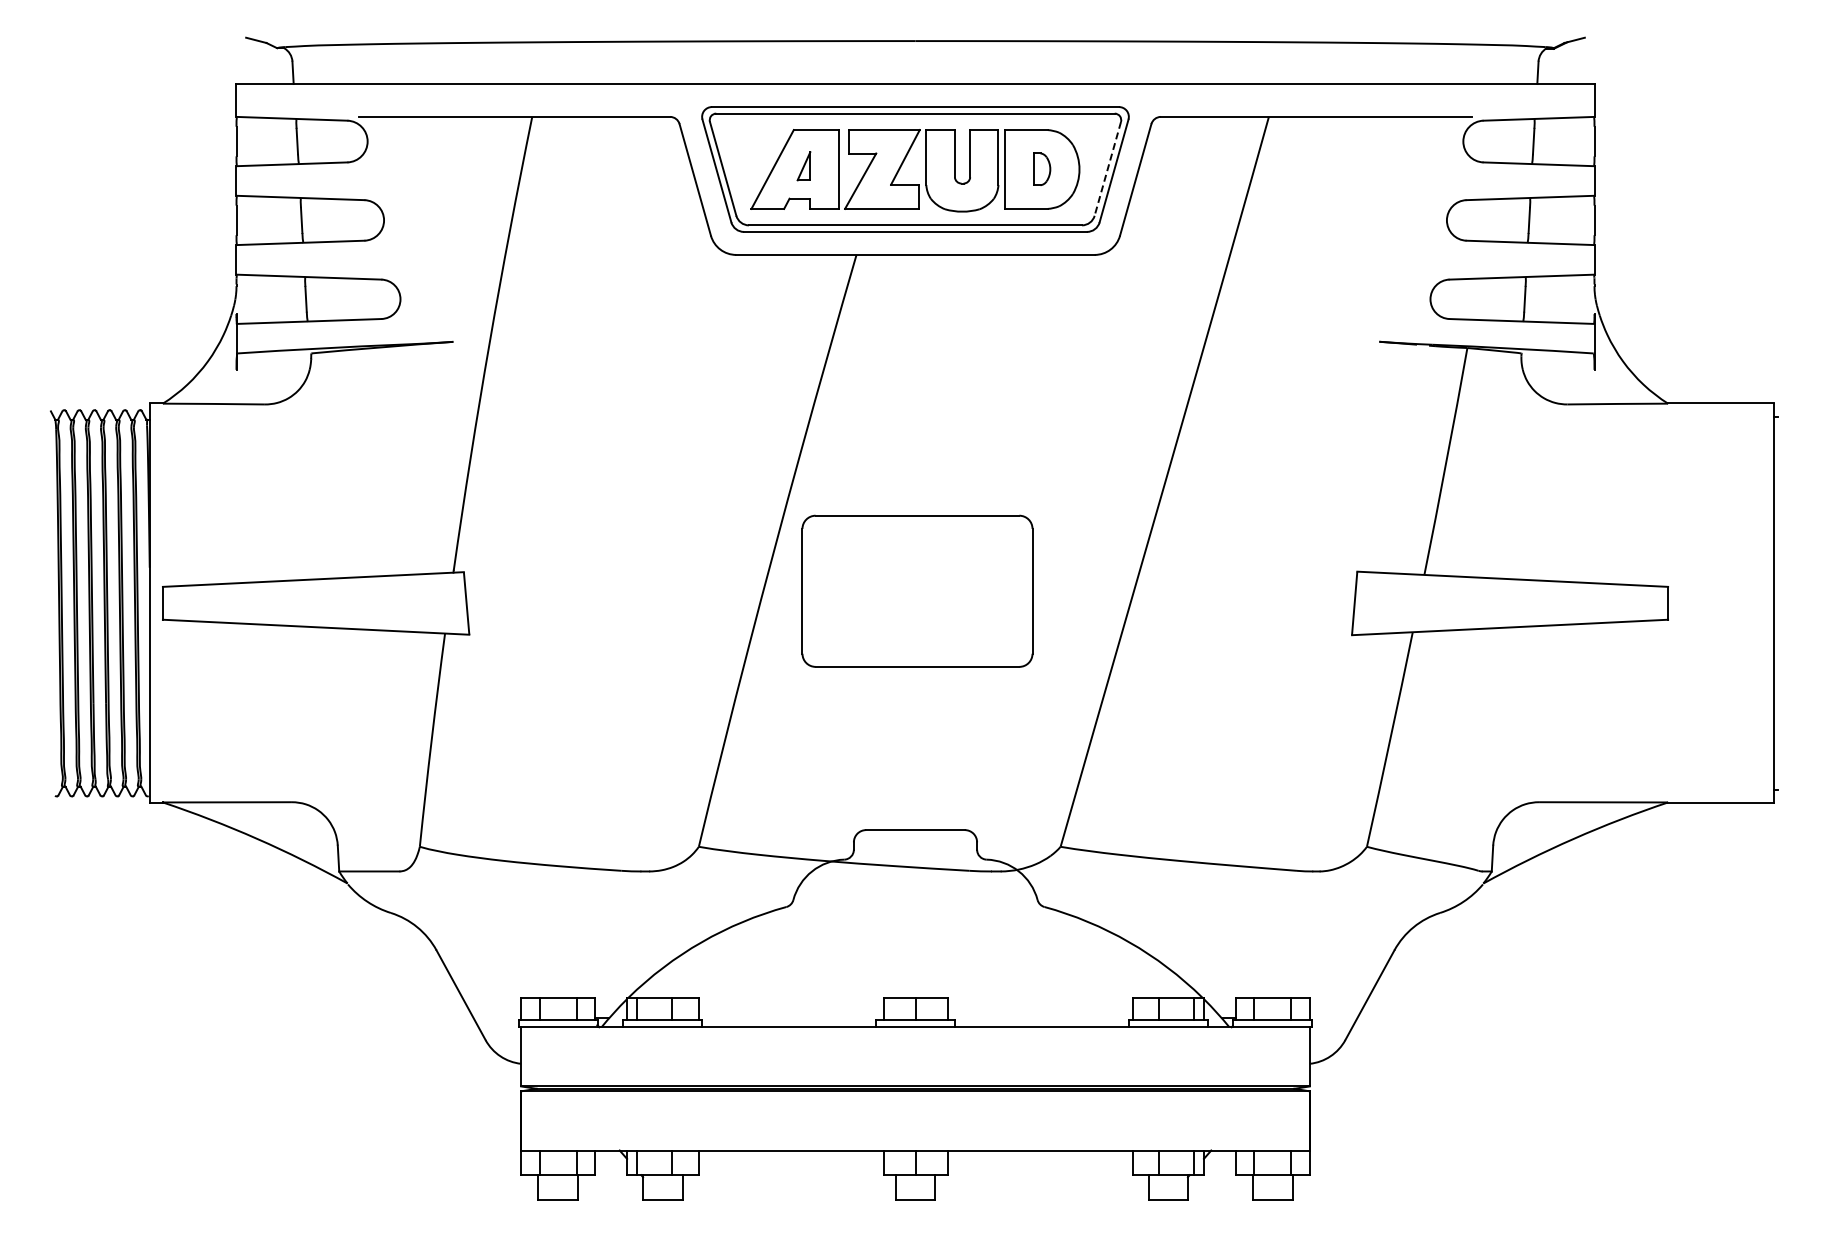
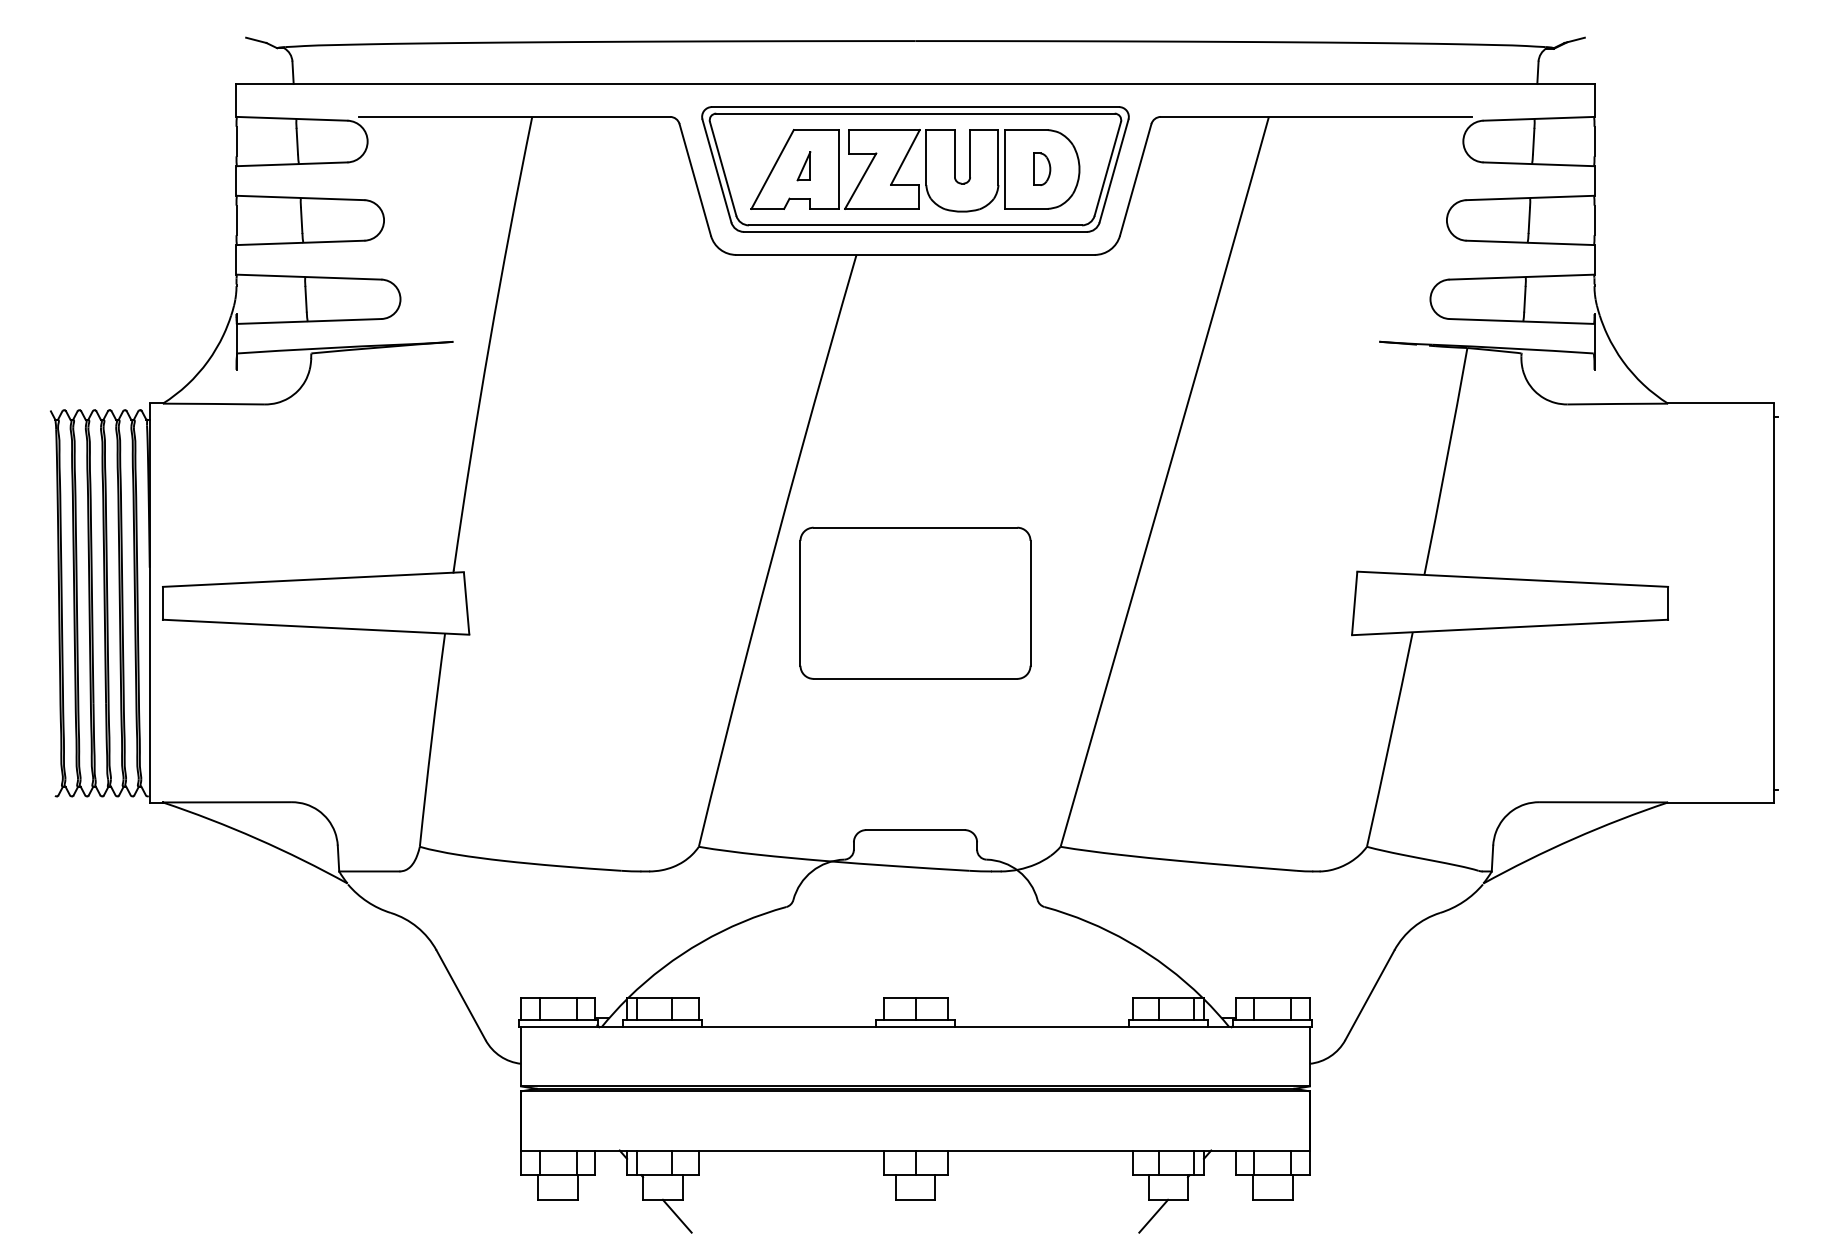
line at (1107, 168): dashed -> solid
part at (917, 590) position: (917, 590) -> (915, 602)
line at (676, 1215): none -> present
line at (1153, 1215): none -> present
